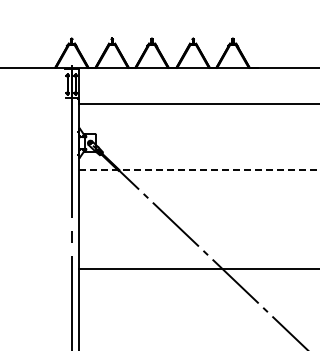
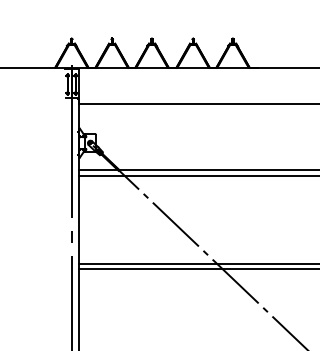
line at (199, 170): dashed -> solid
line at (197, 175): none -> present
line at (197, 263): none -> present
